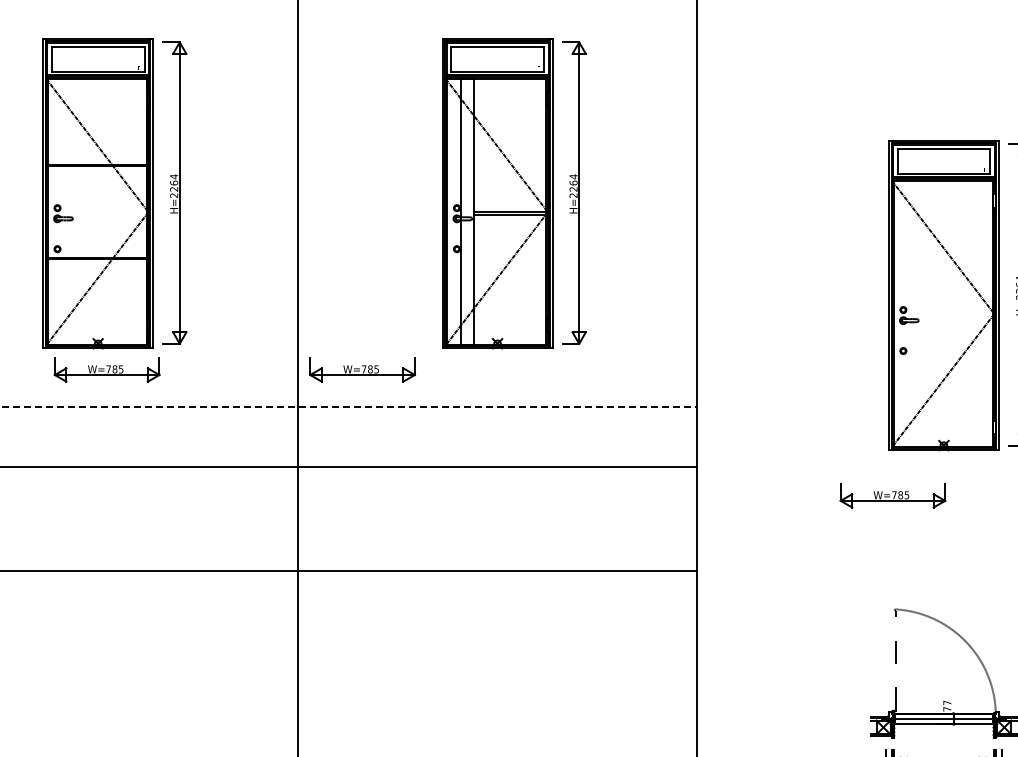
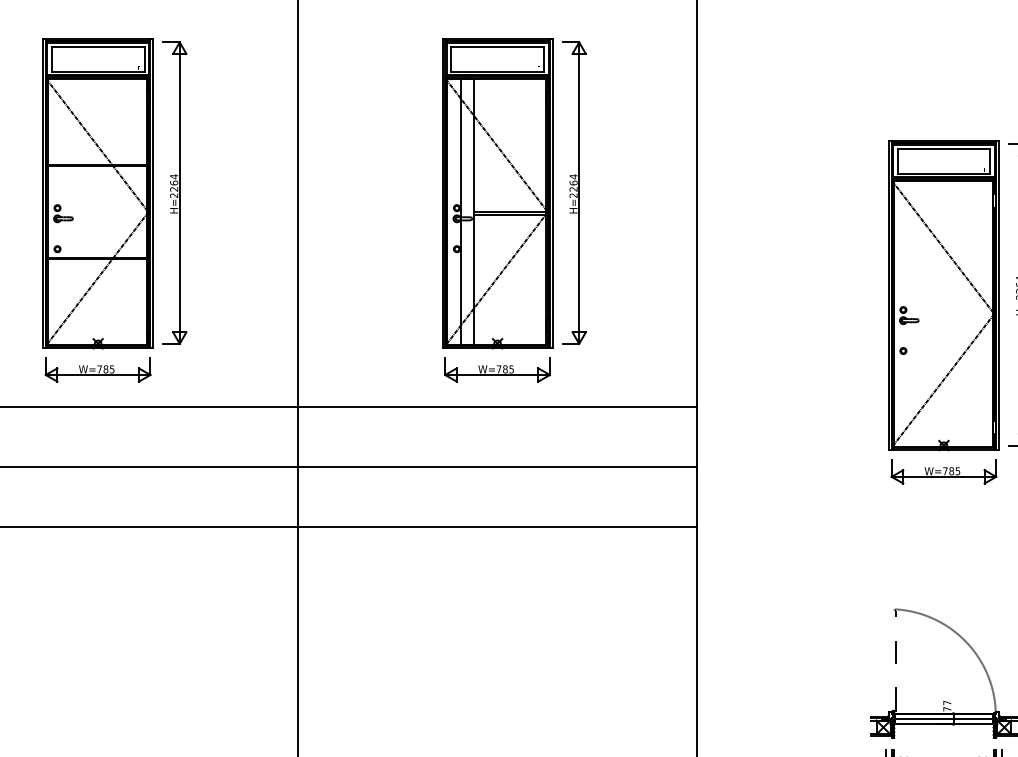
part at (106, 369) position: (106, 369) -> (97, 369)
part at (362, 369) position: (362, 369) -> (497, 369)
line at (349, 406): dashed -> solid
part at (892, 495) position: (892, 495) -> (943, 471)
line at (349, 570) position: (349, 570) -> (349, 526)
